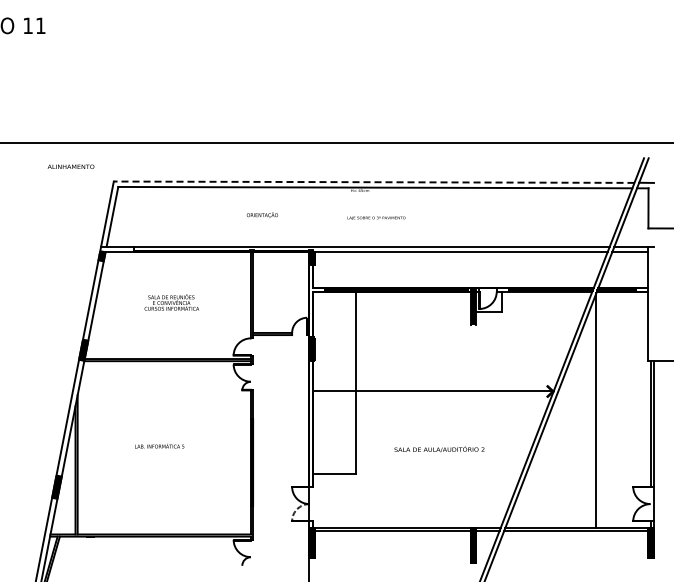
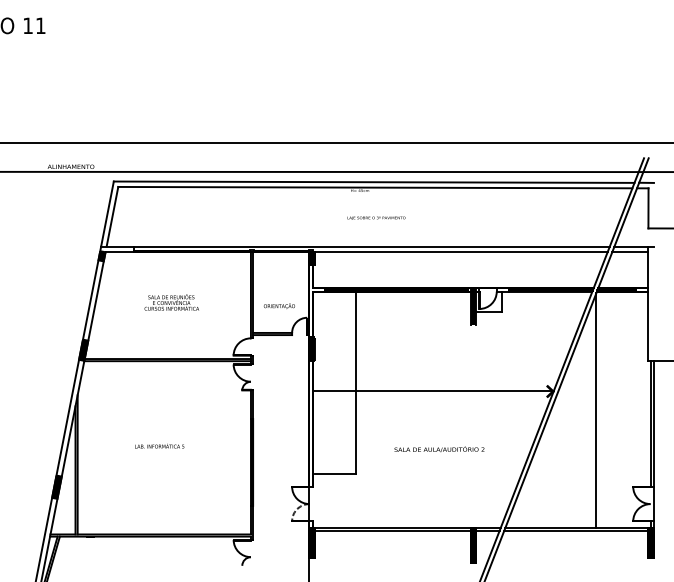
line at (336, 171): none -> present
line at (373, 182): dashed -> solid
text at (261, 214) position: (261, 214) -> (278, 305)
